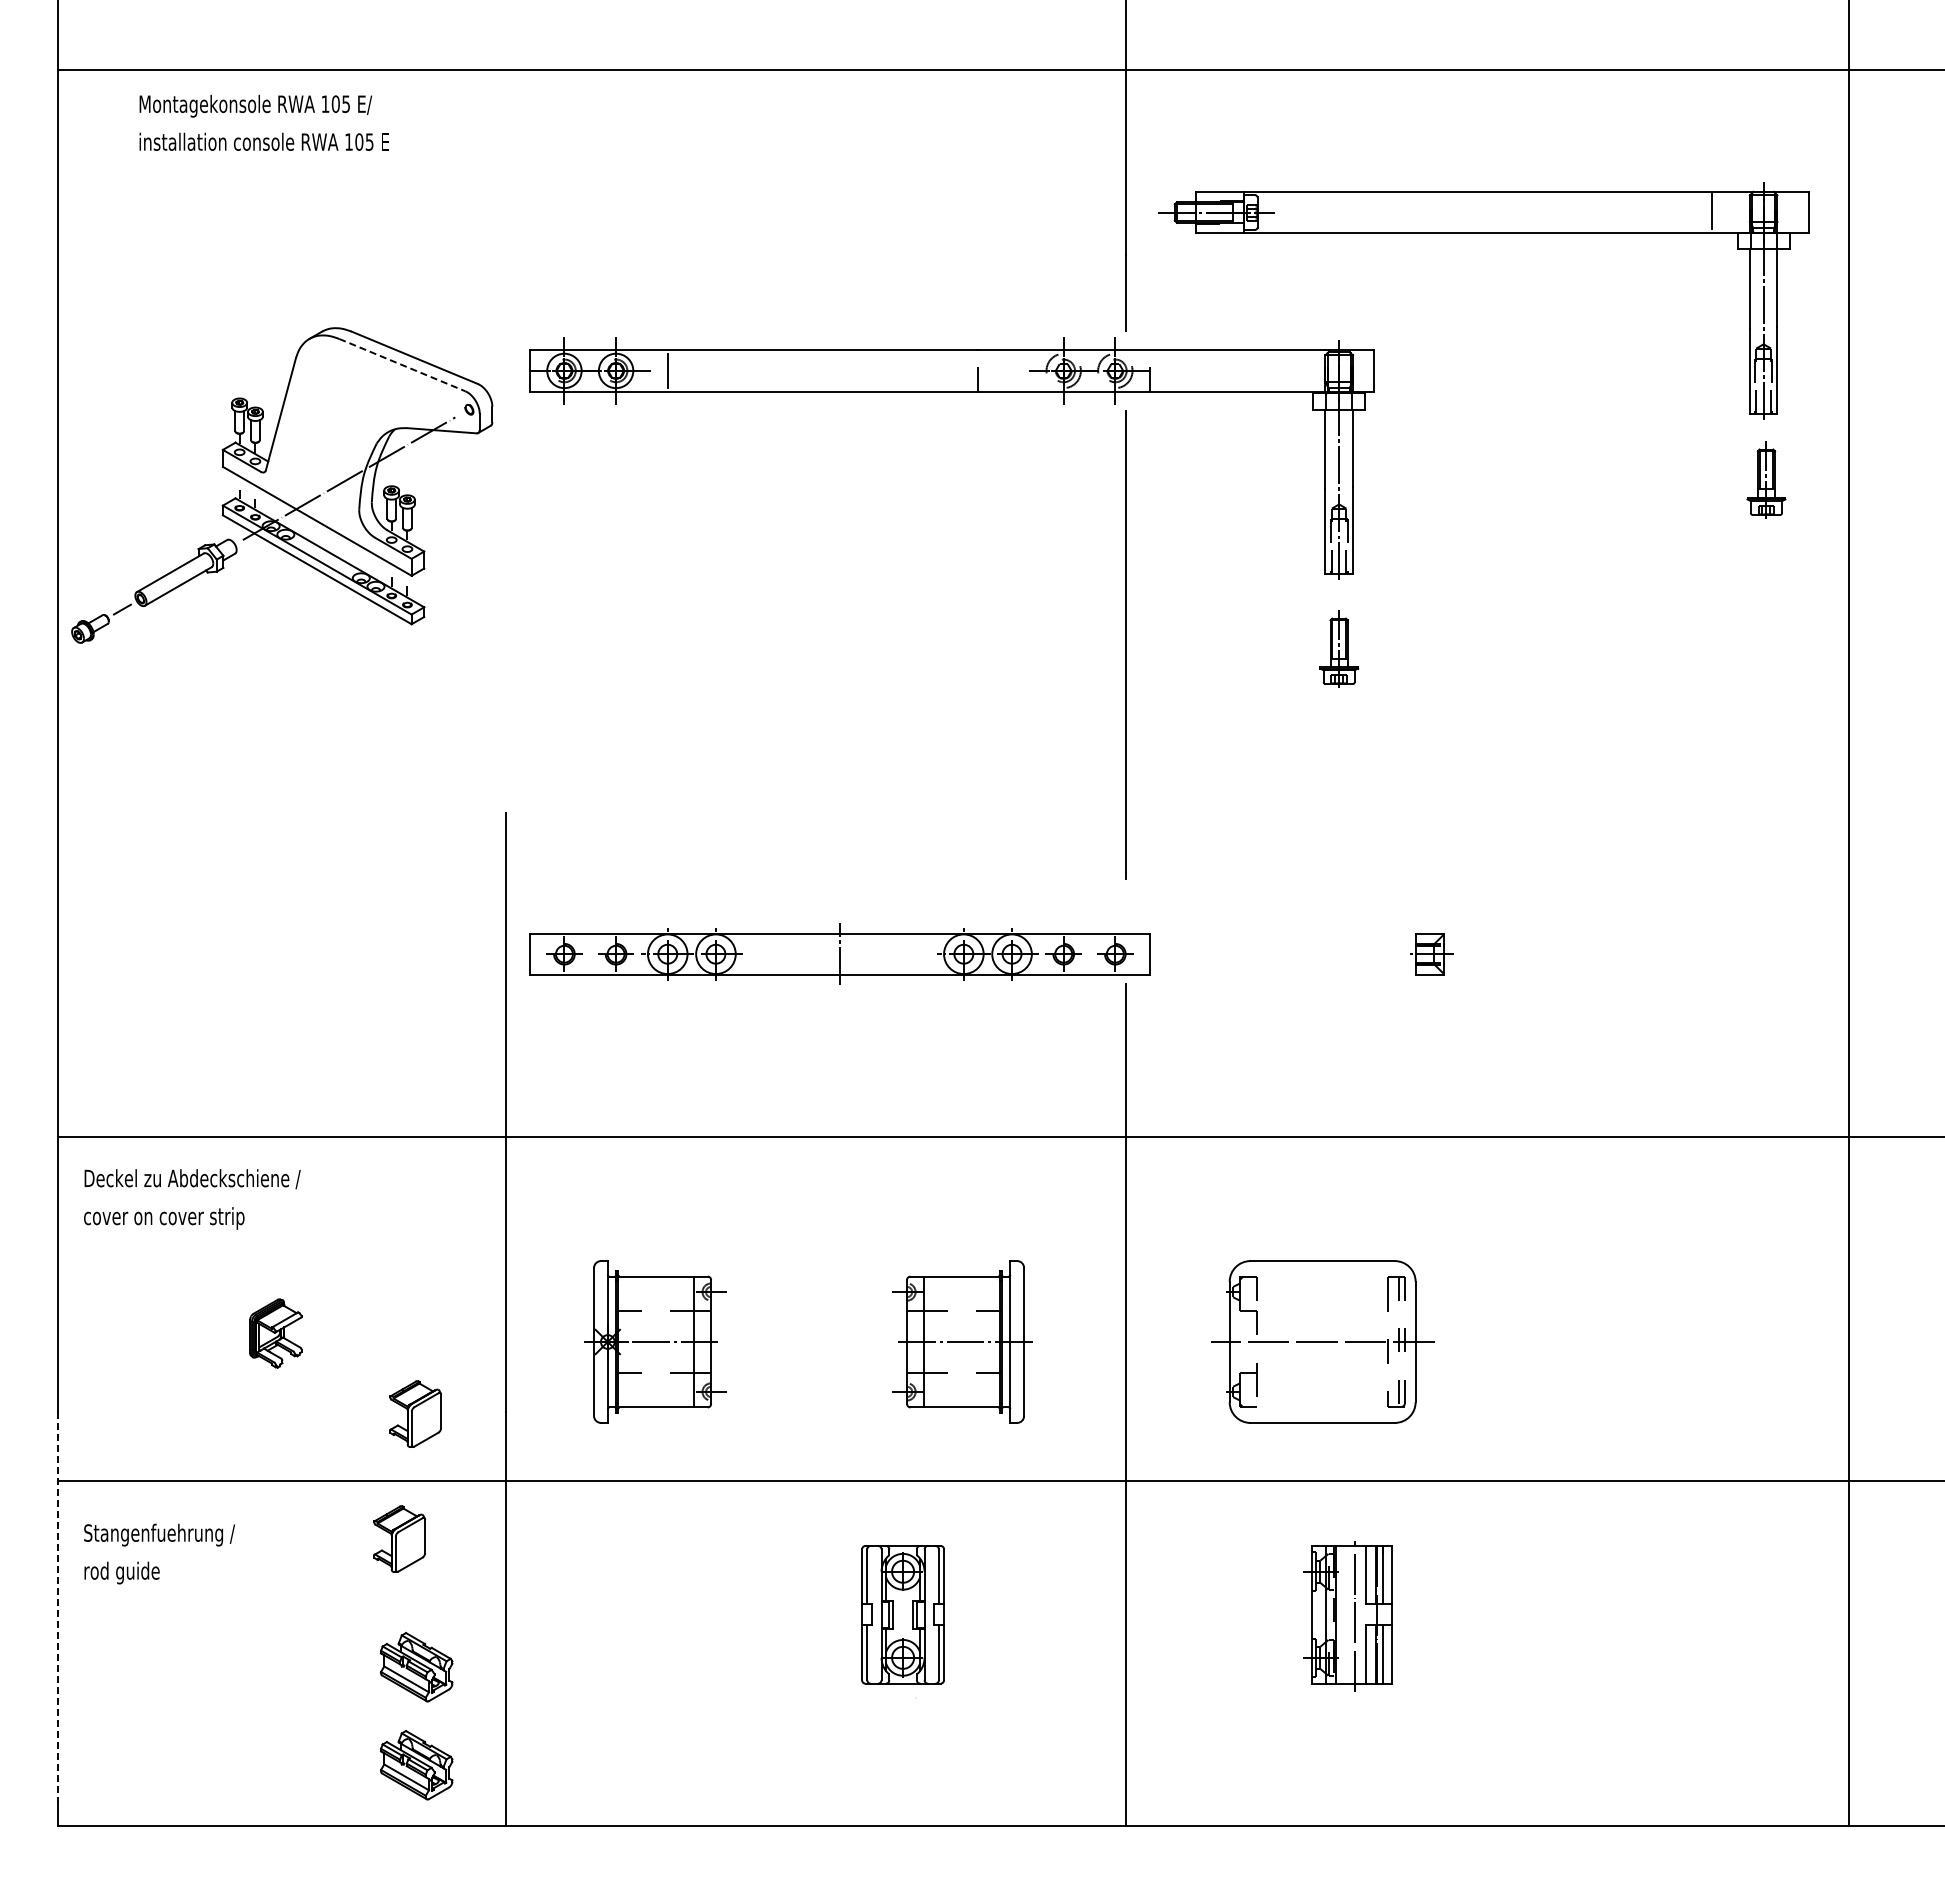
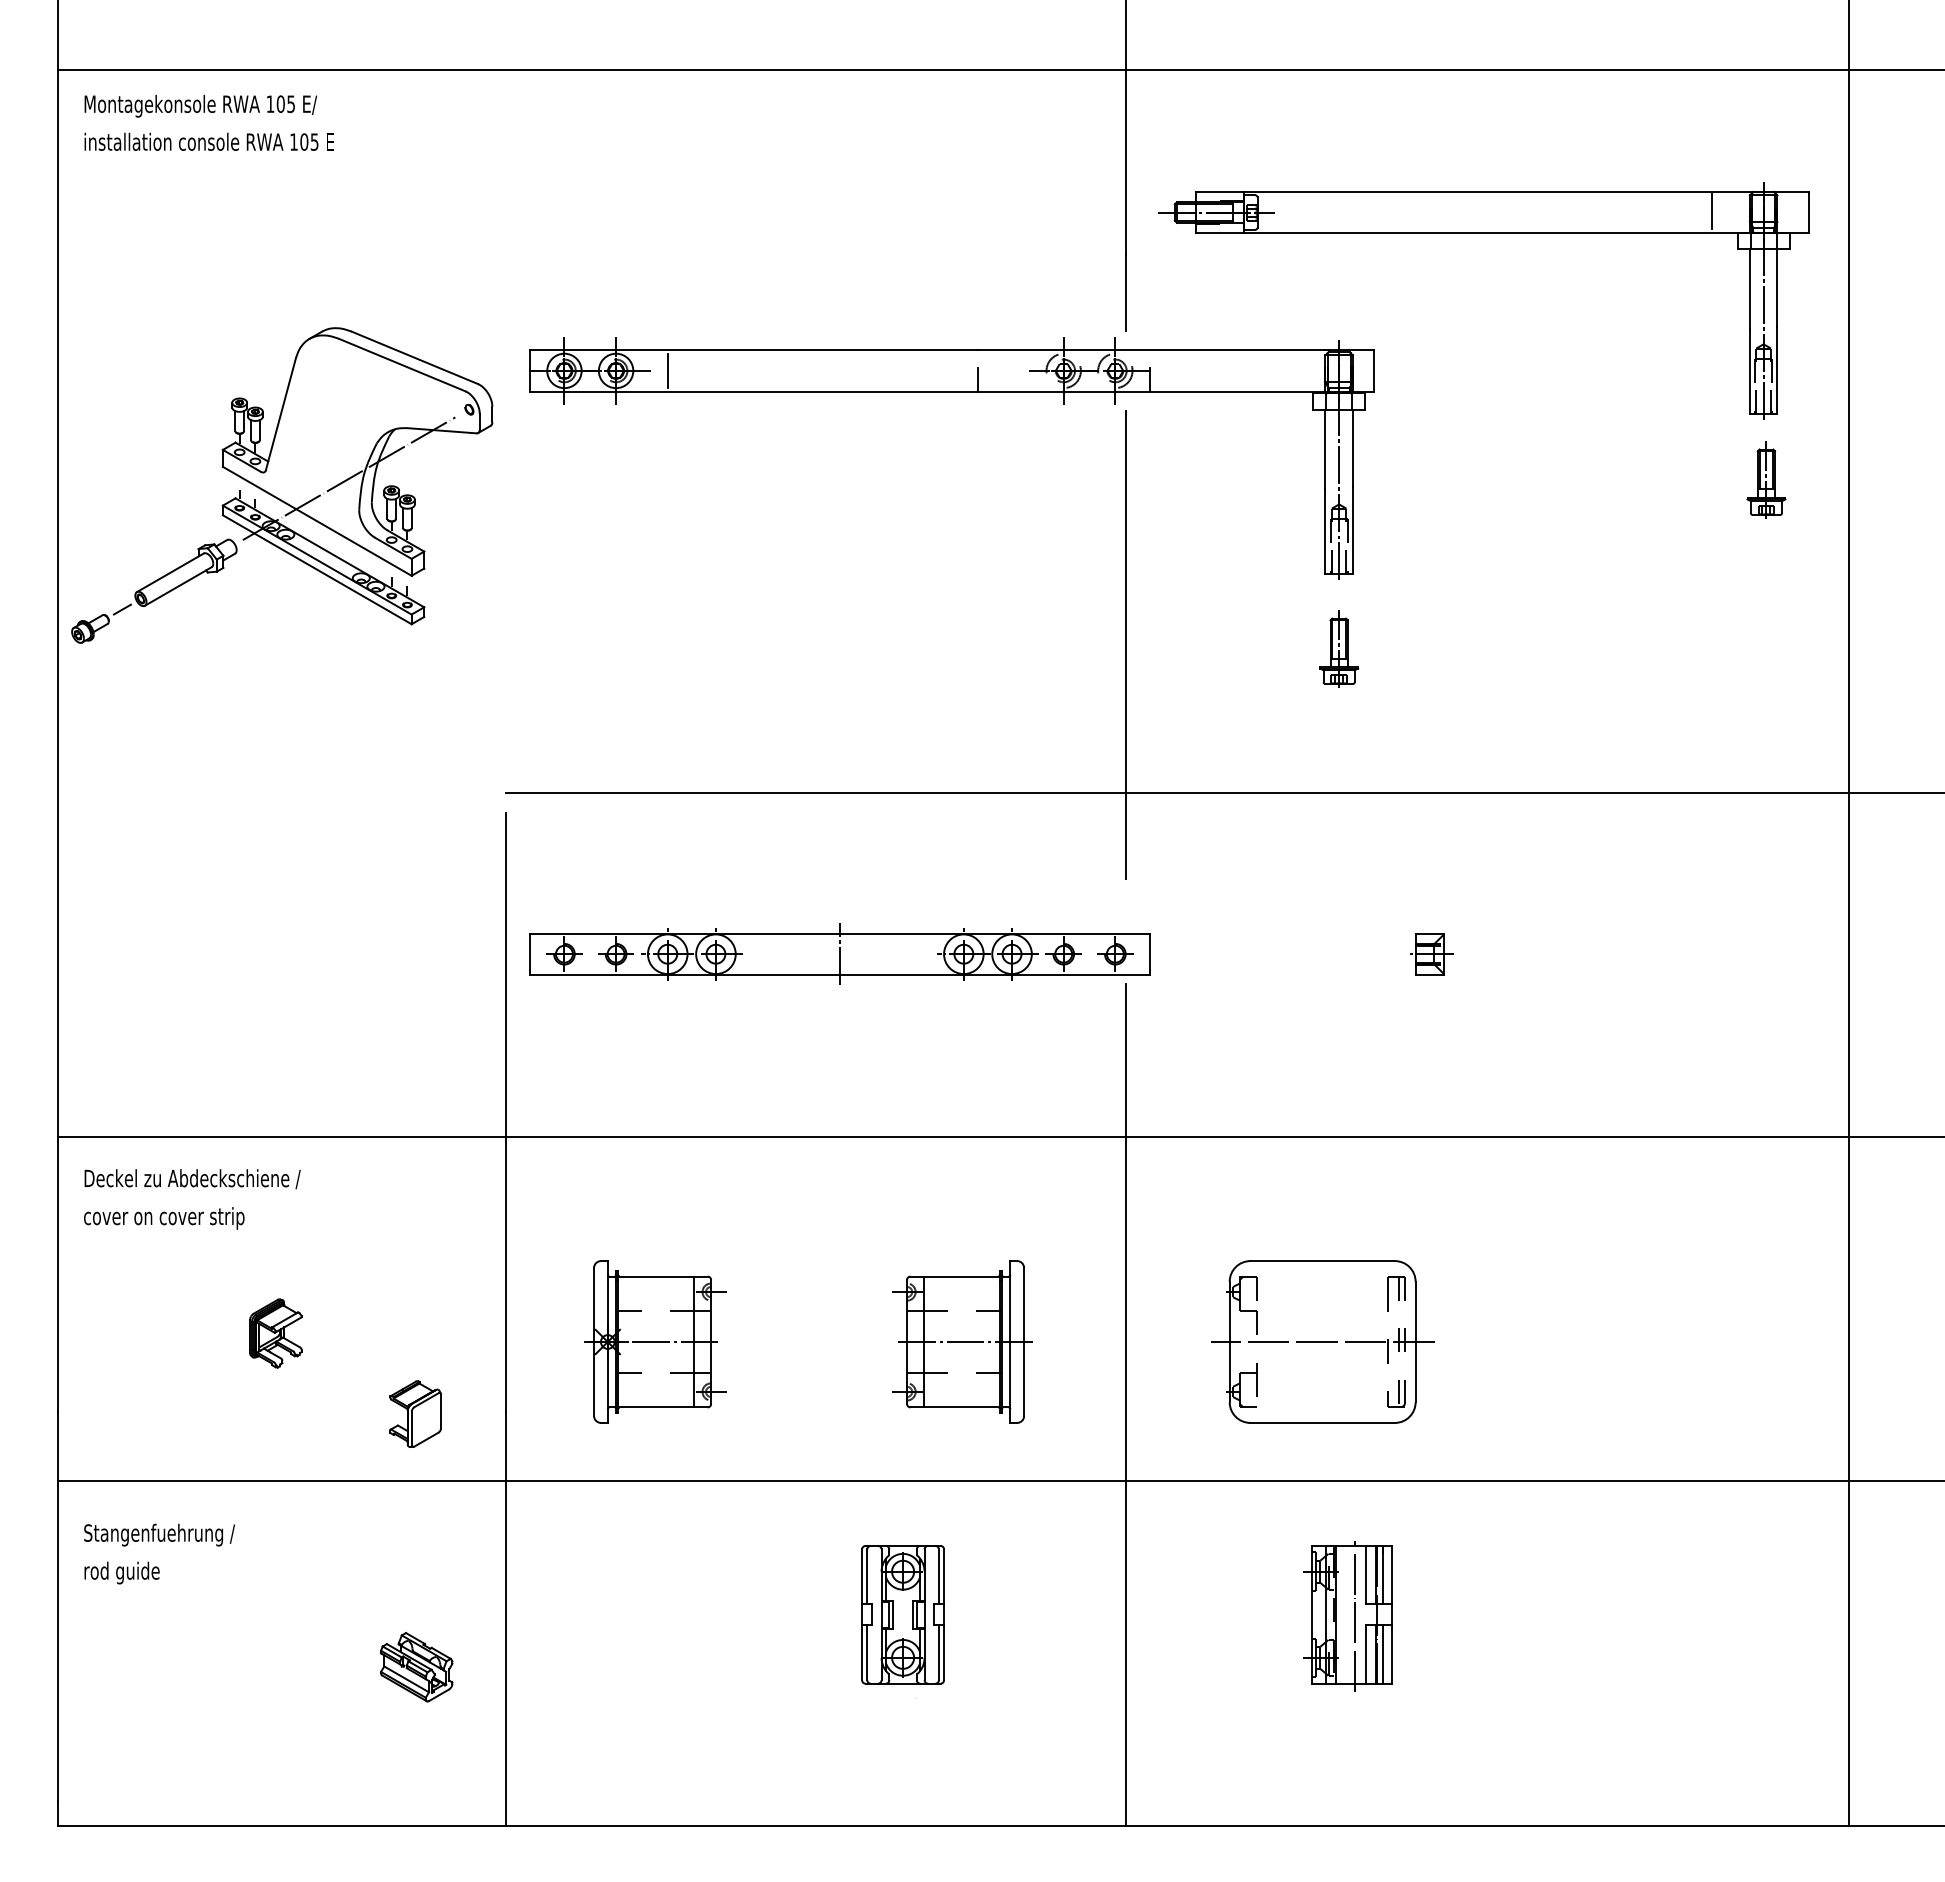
text at (263, 122) position: (263, 122) -> (208, 122)
line at (402, 365): dashed -> solid
line at (1223, 792): none -> present
part at (399, 1538): present -> none
line at (58, 1606): dashed -> solid
part at (416, 1765): present -> none
